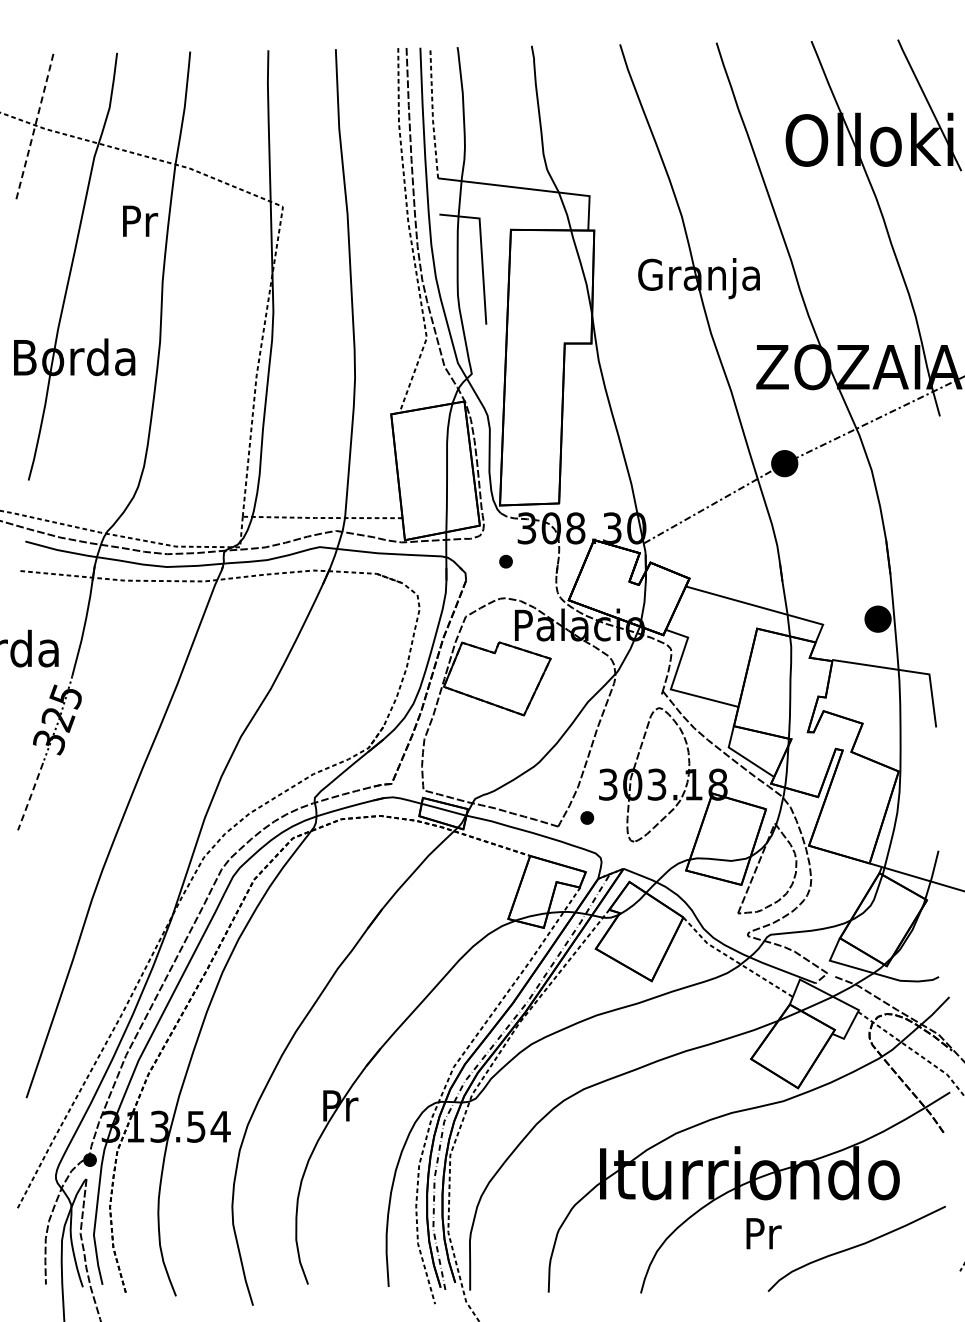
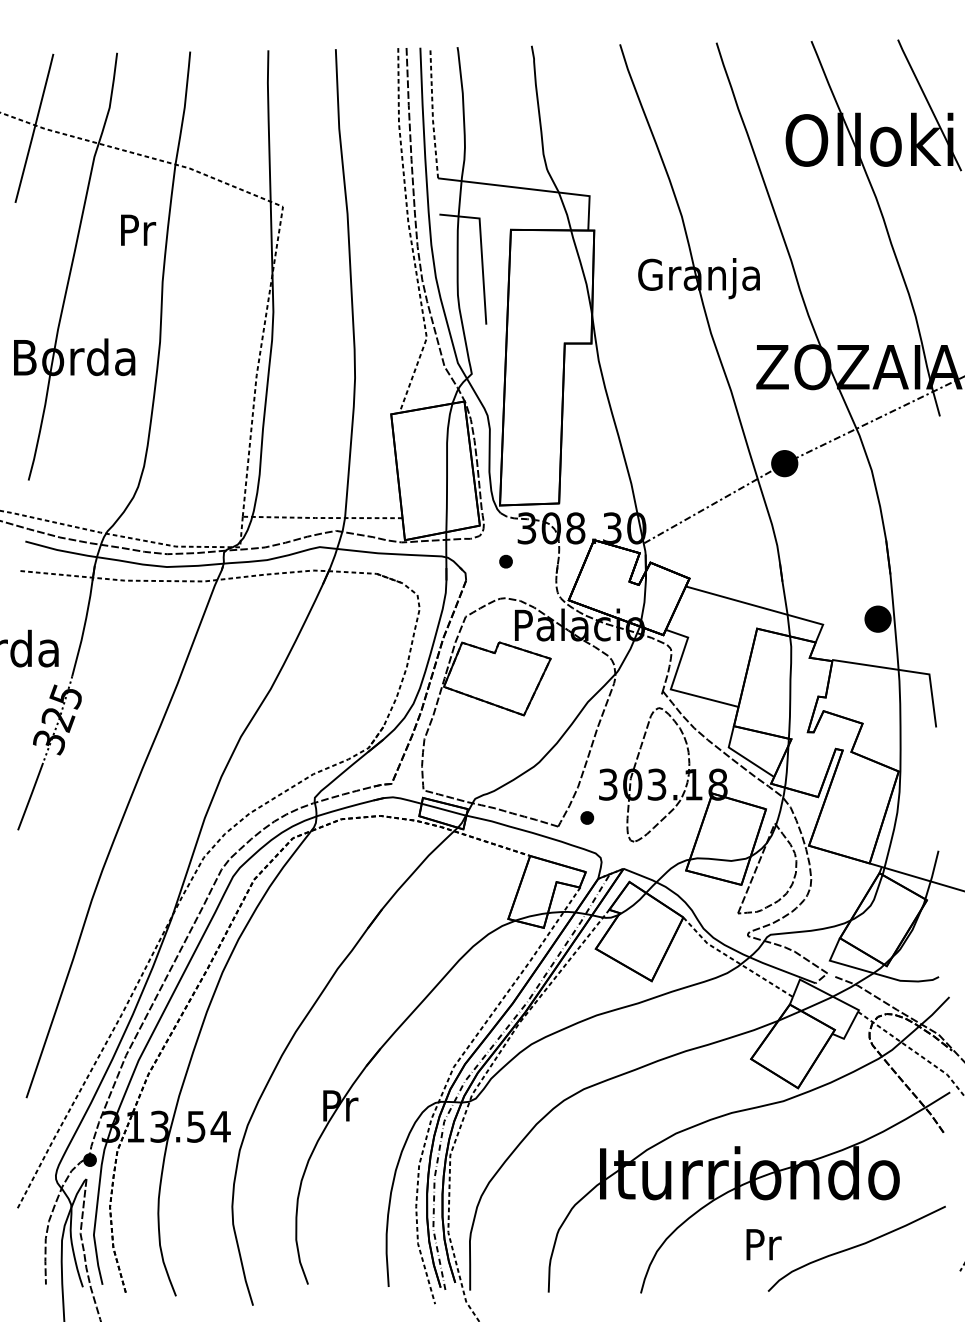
line at (34, 128): dashed -> solid
text at (140, 220) position: (140, 220) -> (138, 229)
line at (30, 796): dashed -> solid
text at (763, 1233) position: (763, 1233) -> (763, 1244)
